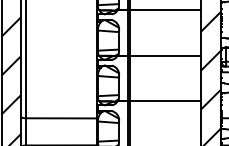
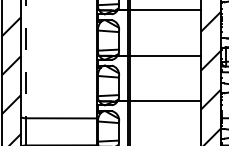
line at (25, 59): solid -> dashed
